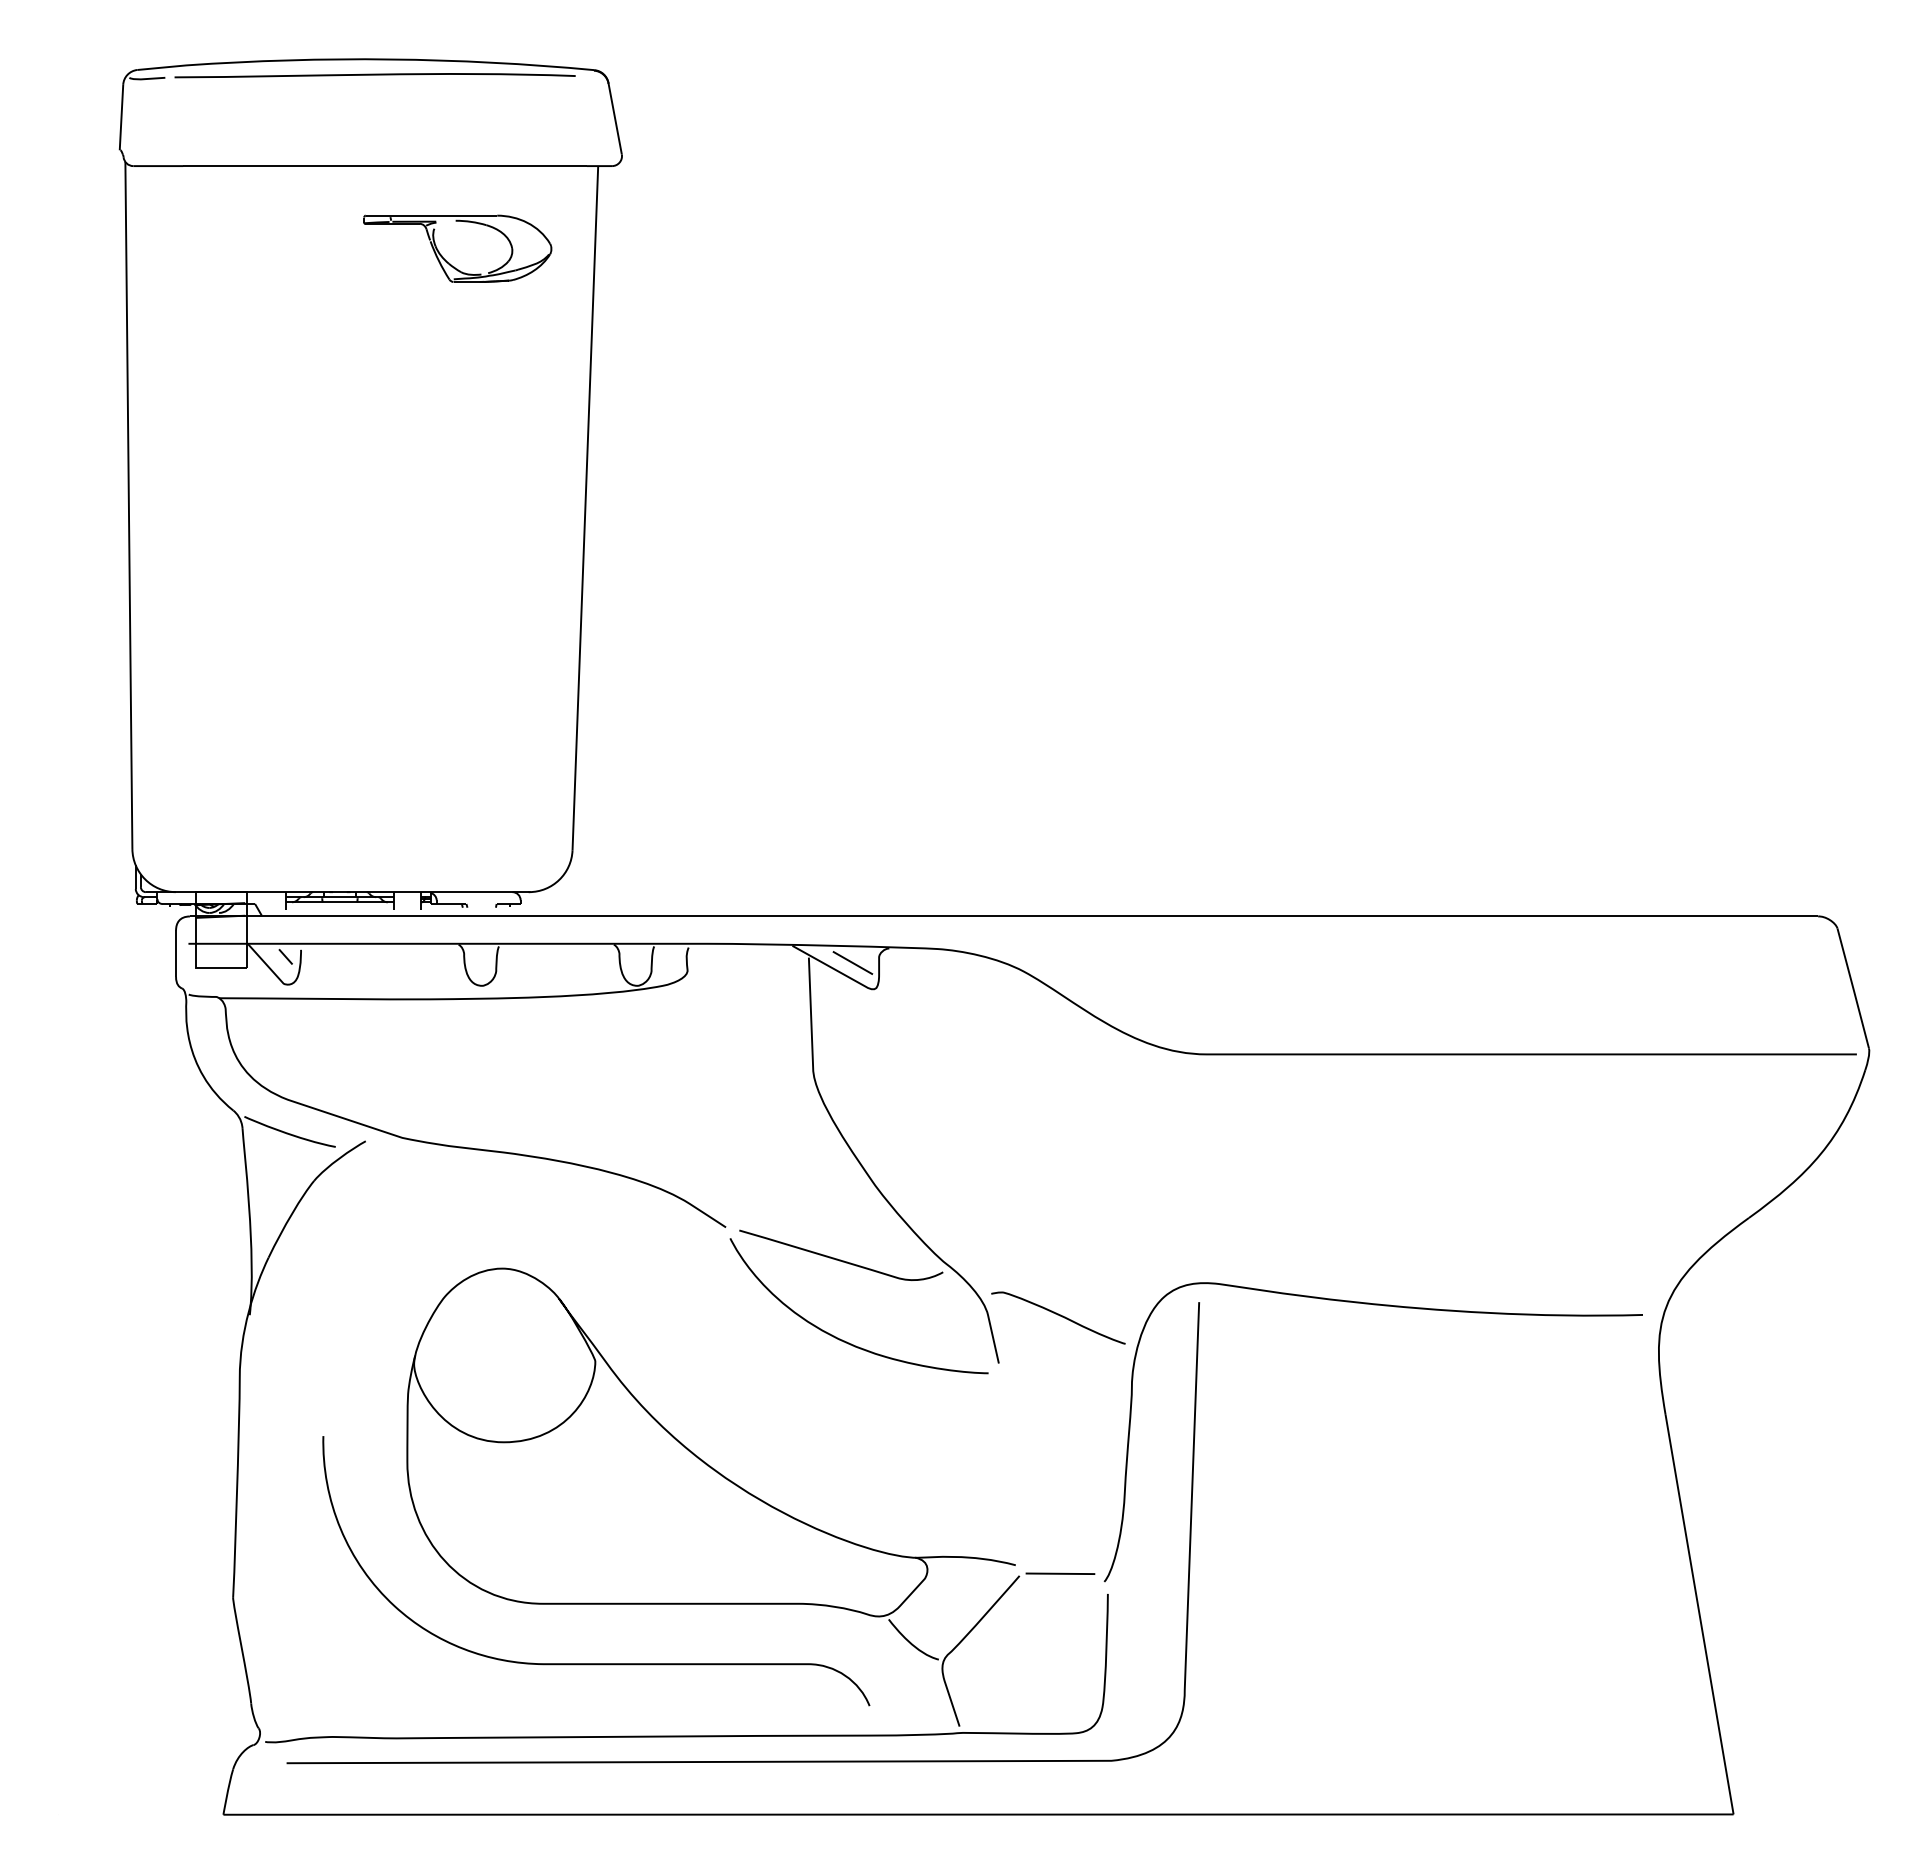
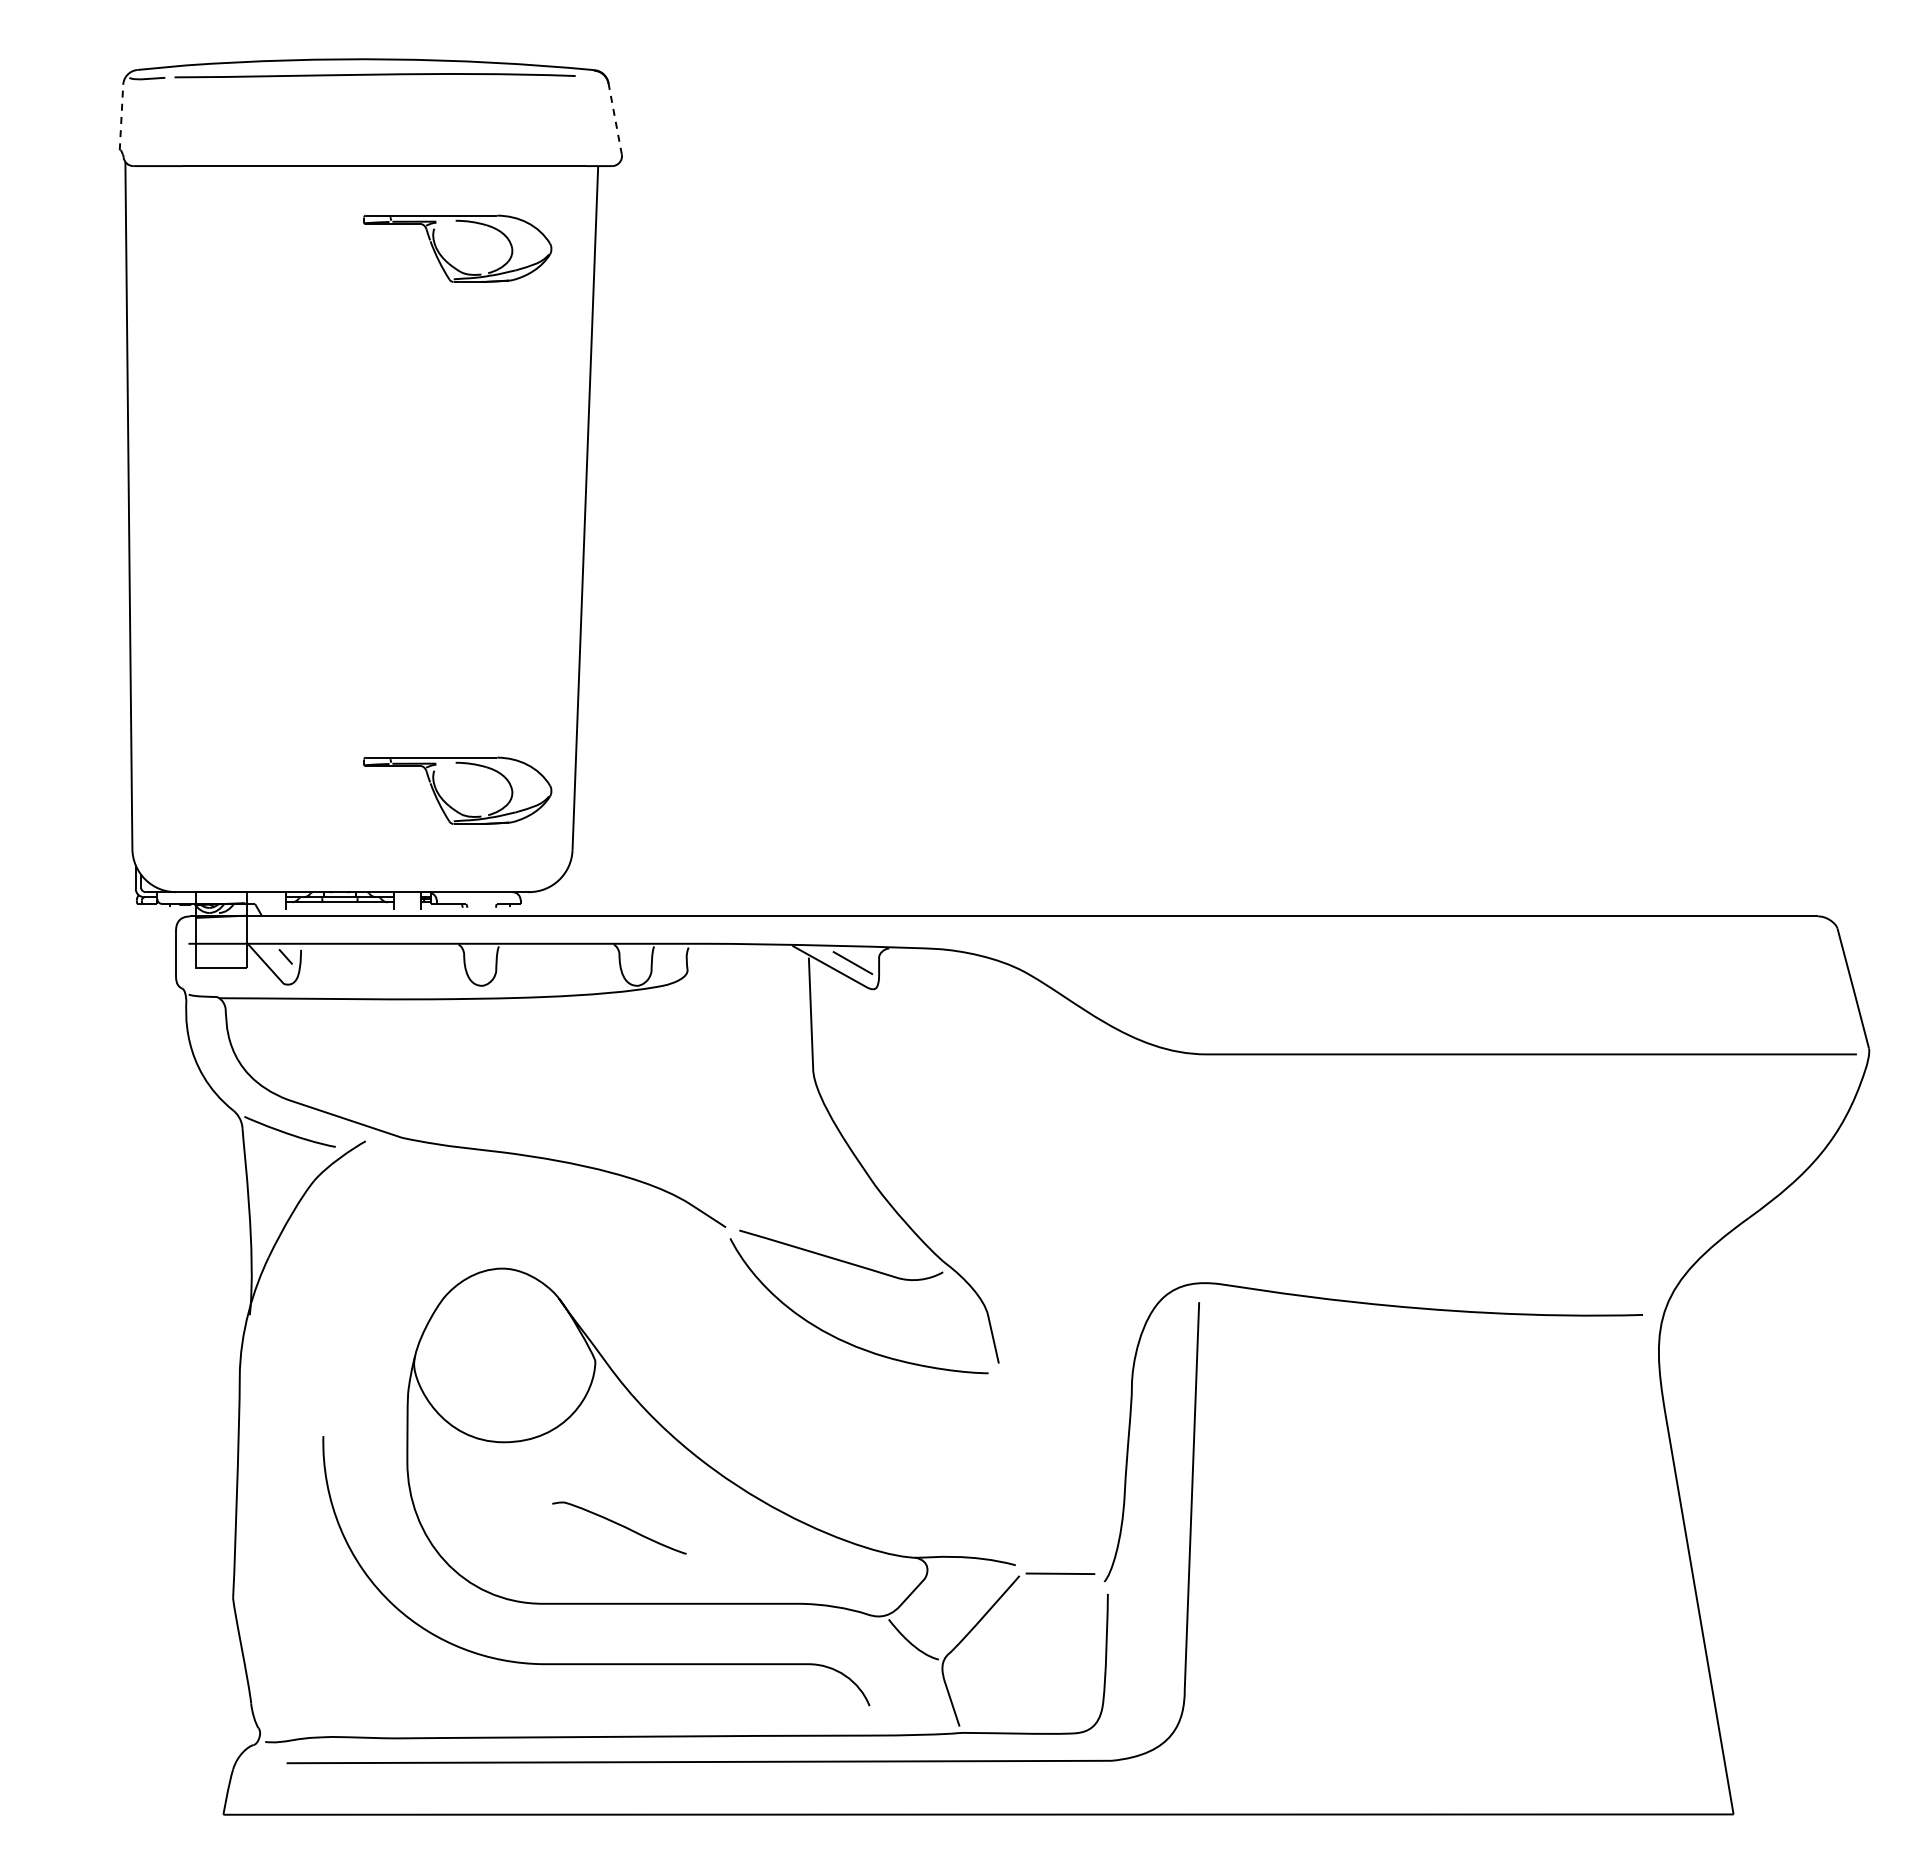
line at (121, 117): solid -> dashed
line at (615, 119): solid -> dashed
part at (457, 790): none -> present
curve at (1059, 1316) position: (1059, 1316) -> (620, 1526)
